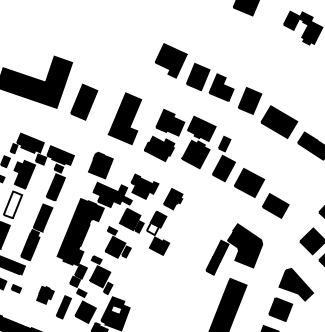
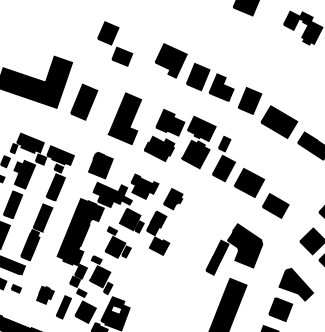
part at (115, 43): none -> present
fill at (12, 204): none -> present
fill at (152, 228): none -> present
